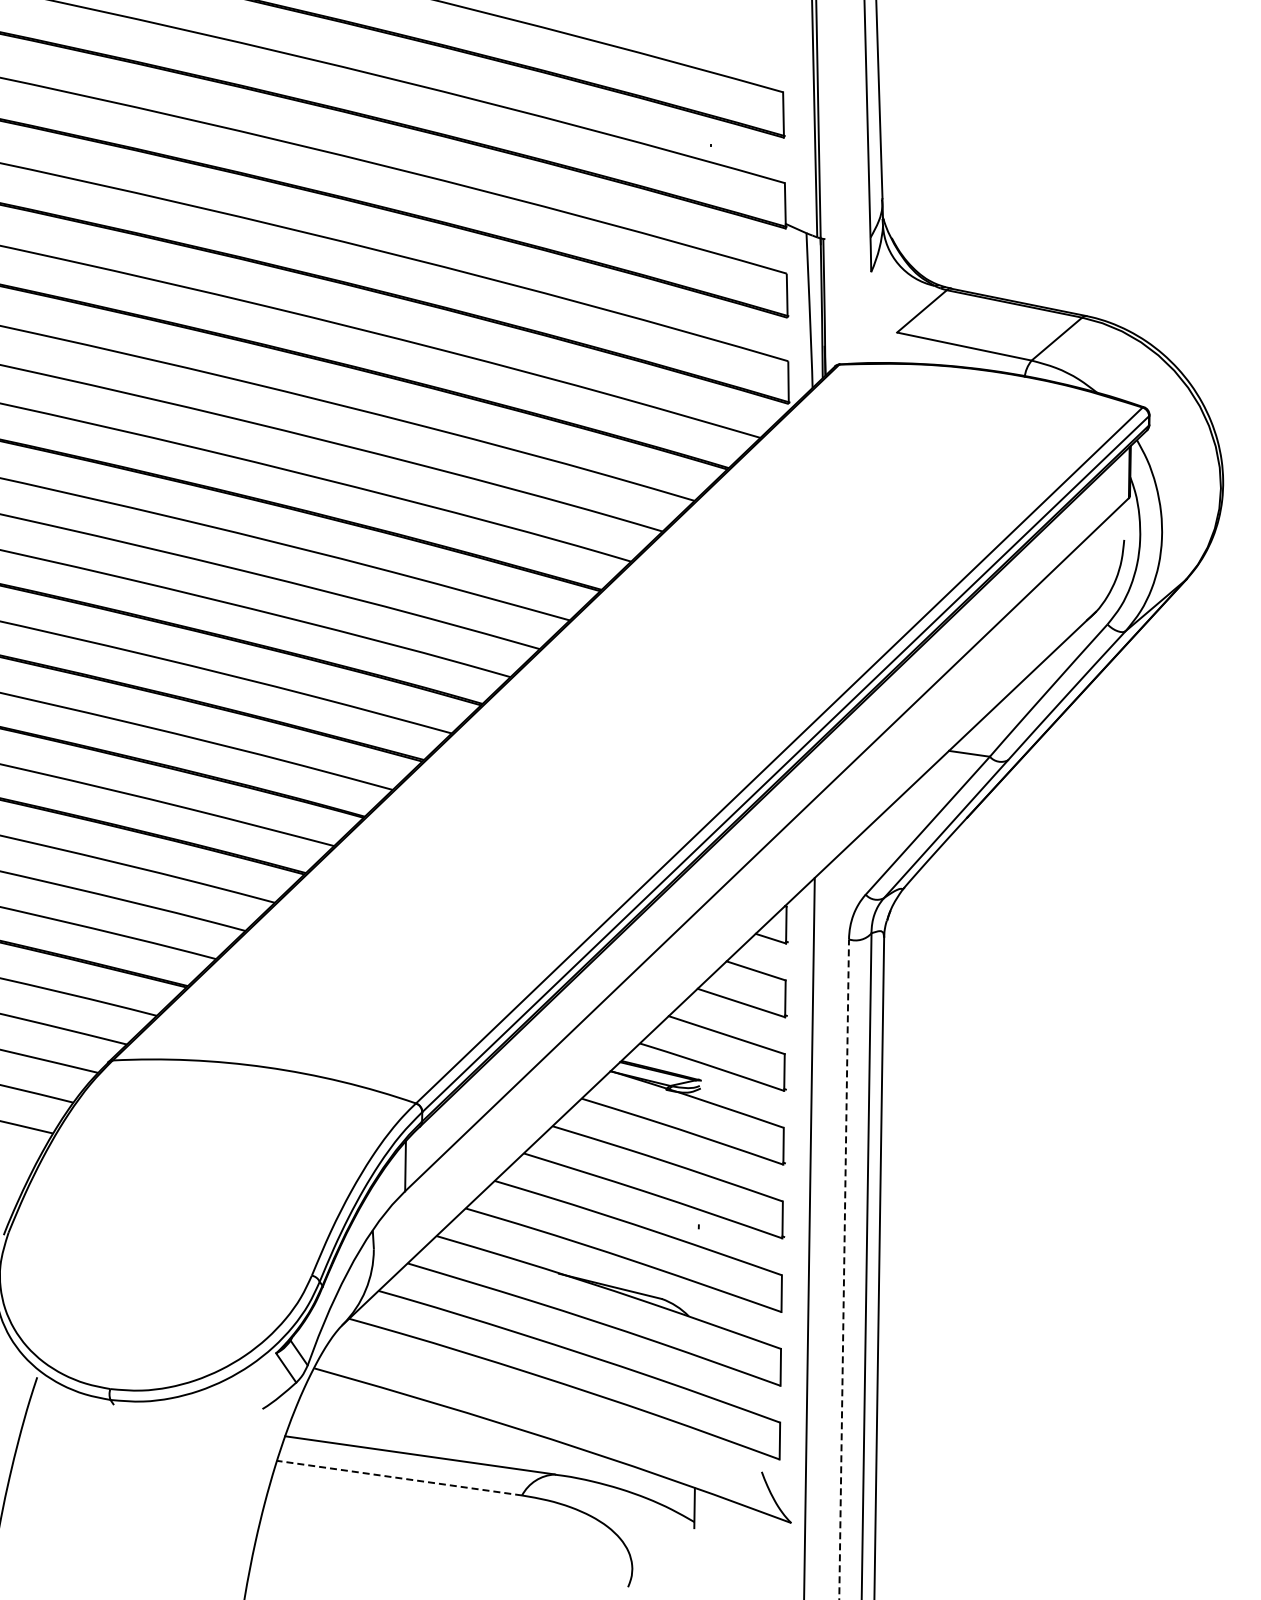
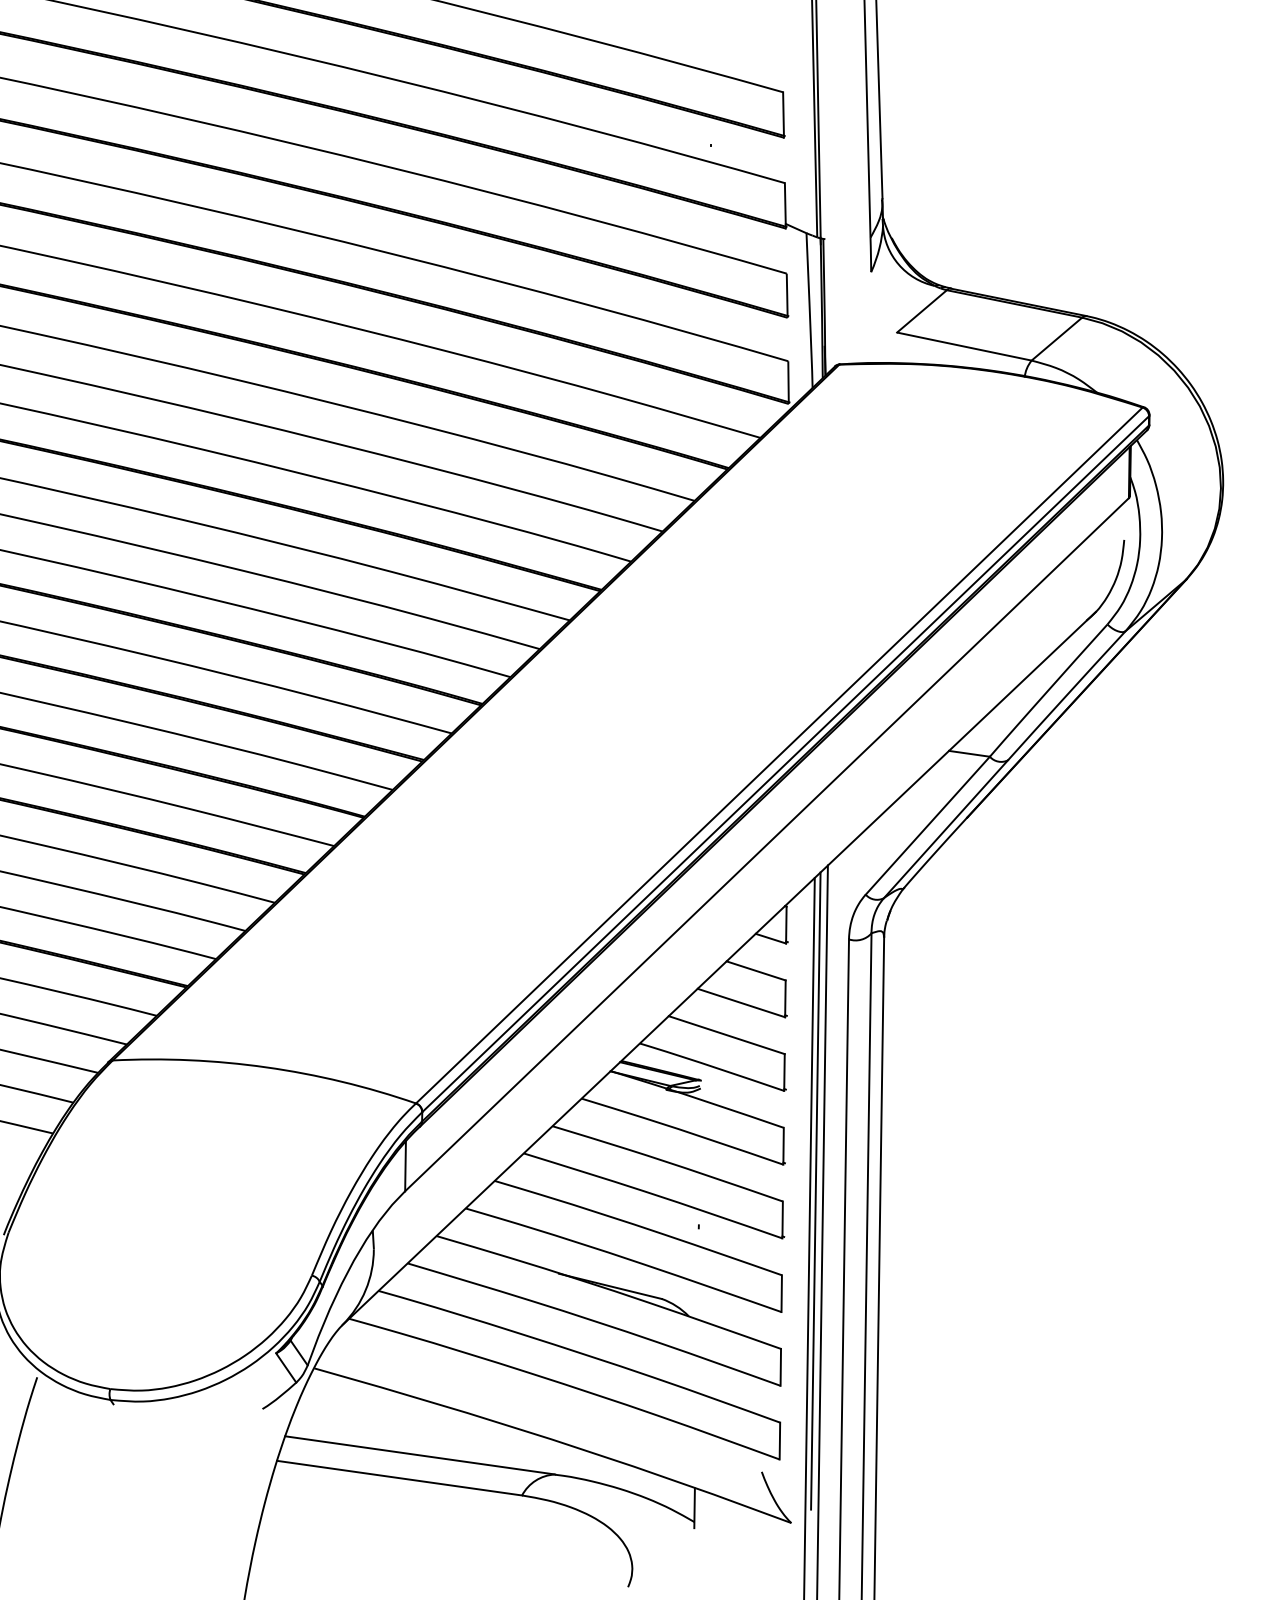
line at (815, 1190): none -> present
line at (822, 1230): none -> present
line at (844, 1269): dashed -> solid
line at (399, 1478): dashed -> solid
